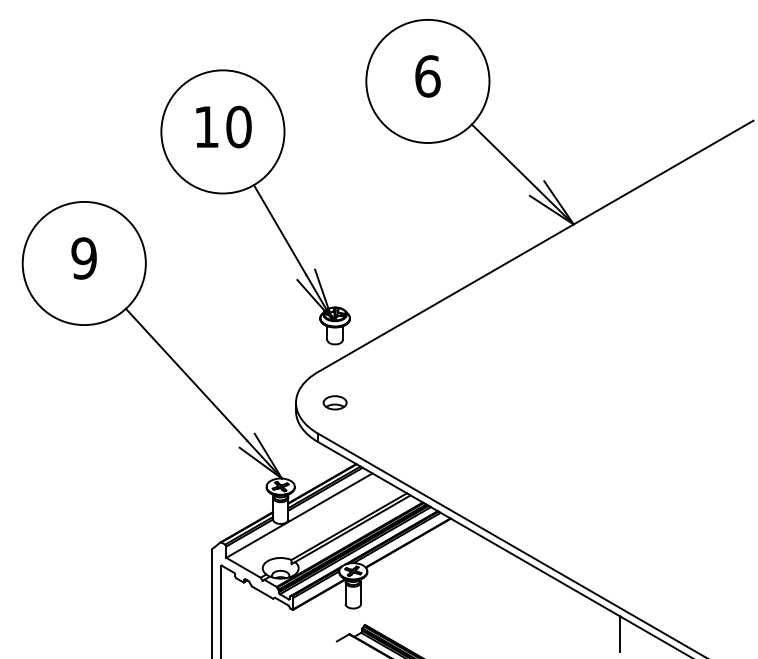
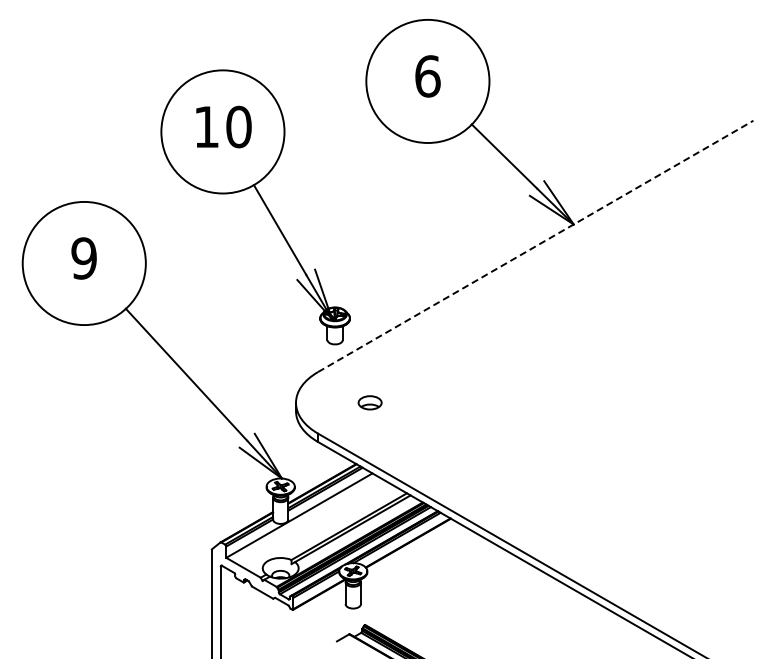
line at (536, 246): solid -> dashed
part at (334, 402) position: (334, 402) -> (369, 402)
line at (619, 633): present -> none
